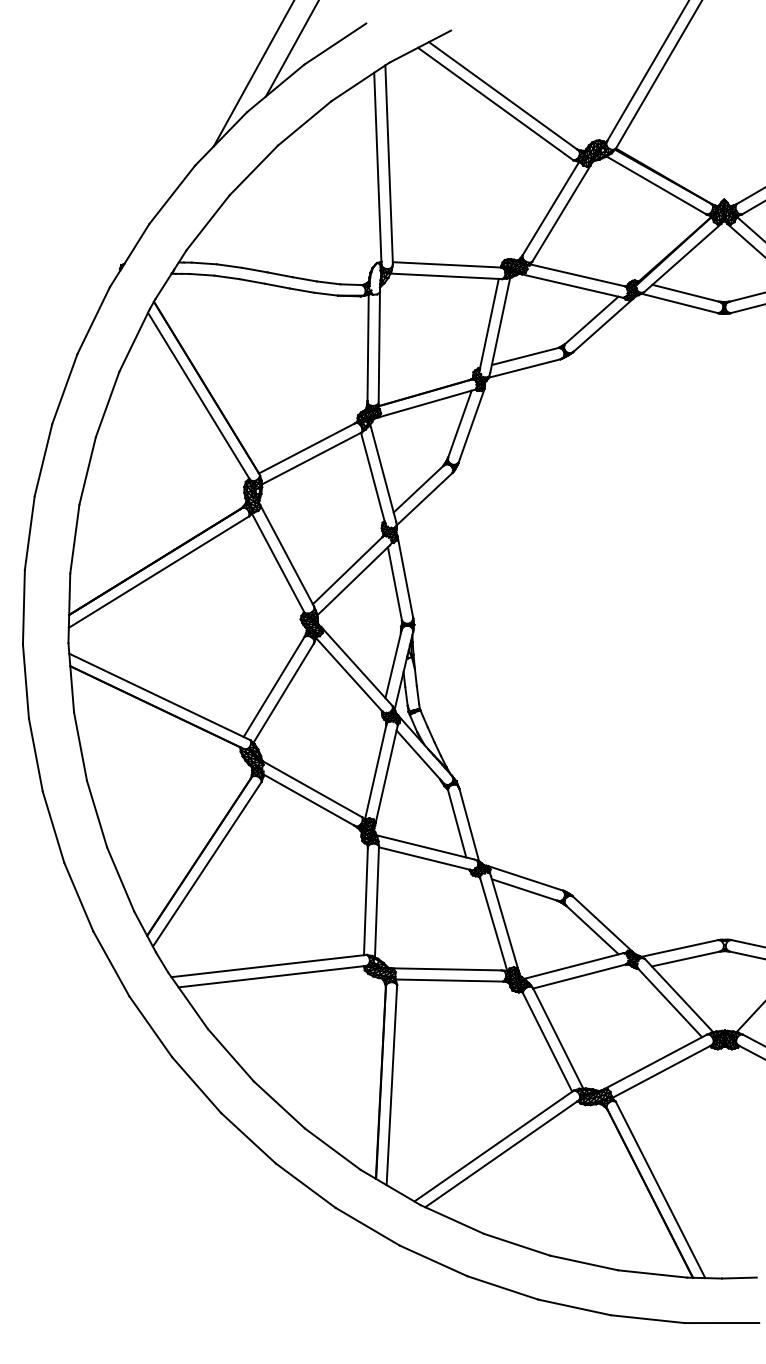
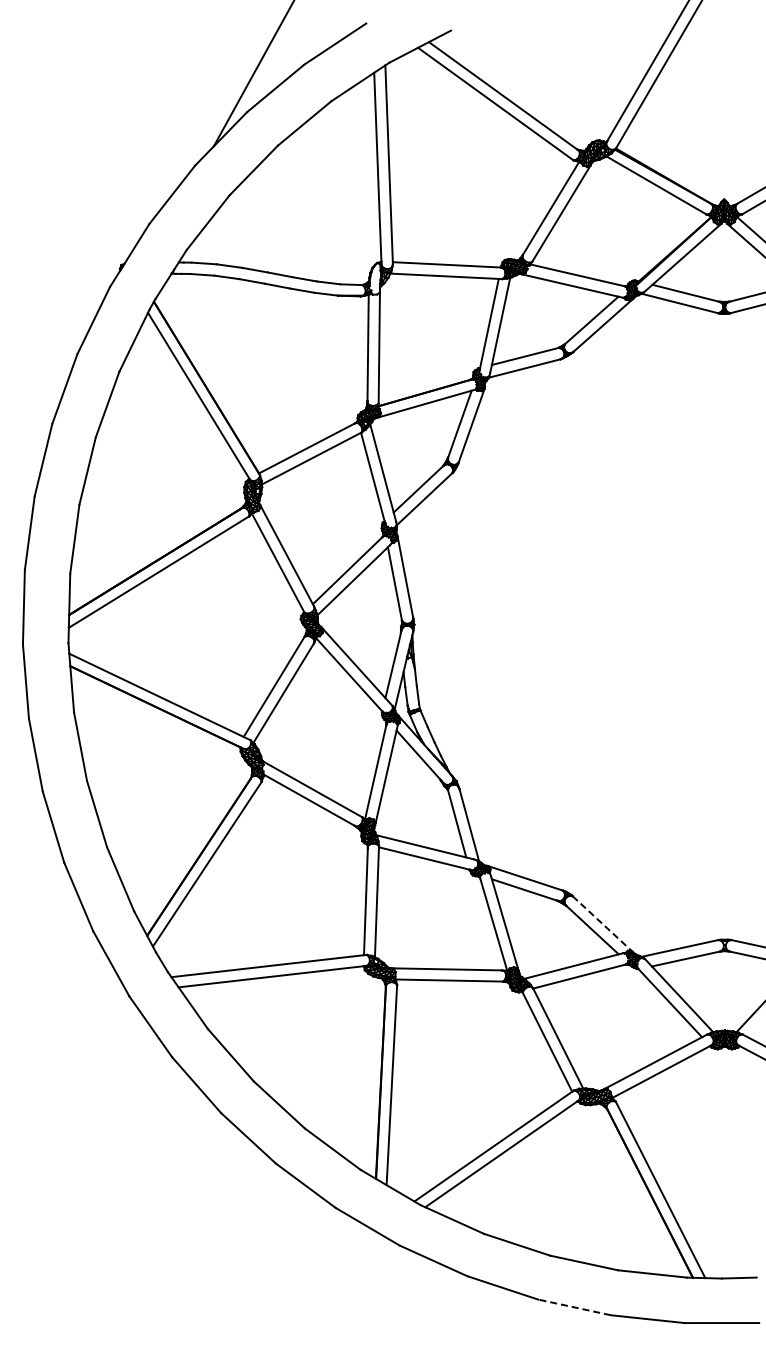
line at (291, 49): present -> none
line at (602, 923): solid -> dashed
line at (574, 1307): solid -> dashed
